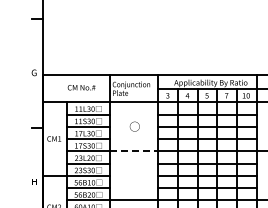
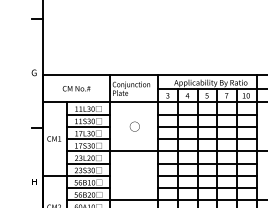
text at (81, 87) position: (81, 87) -> (76, 88)
line at (134, 151): dashed -> solid
